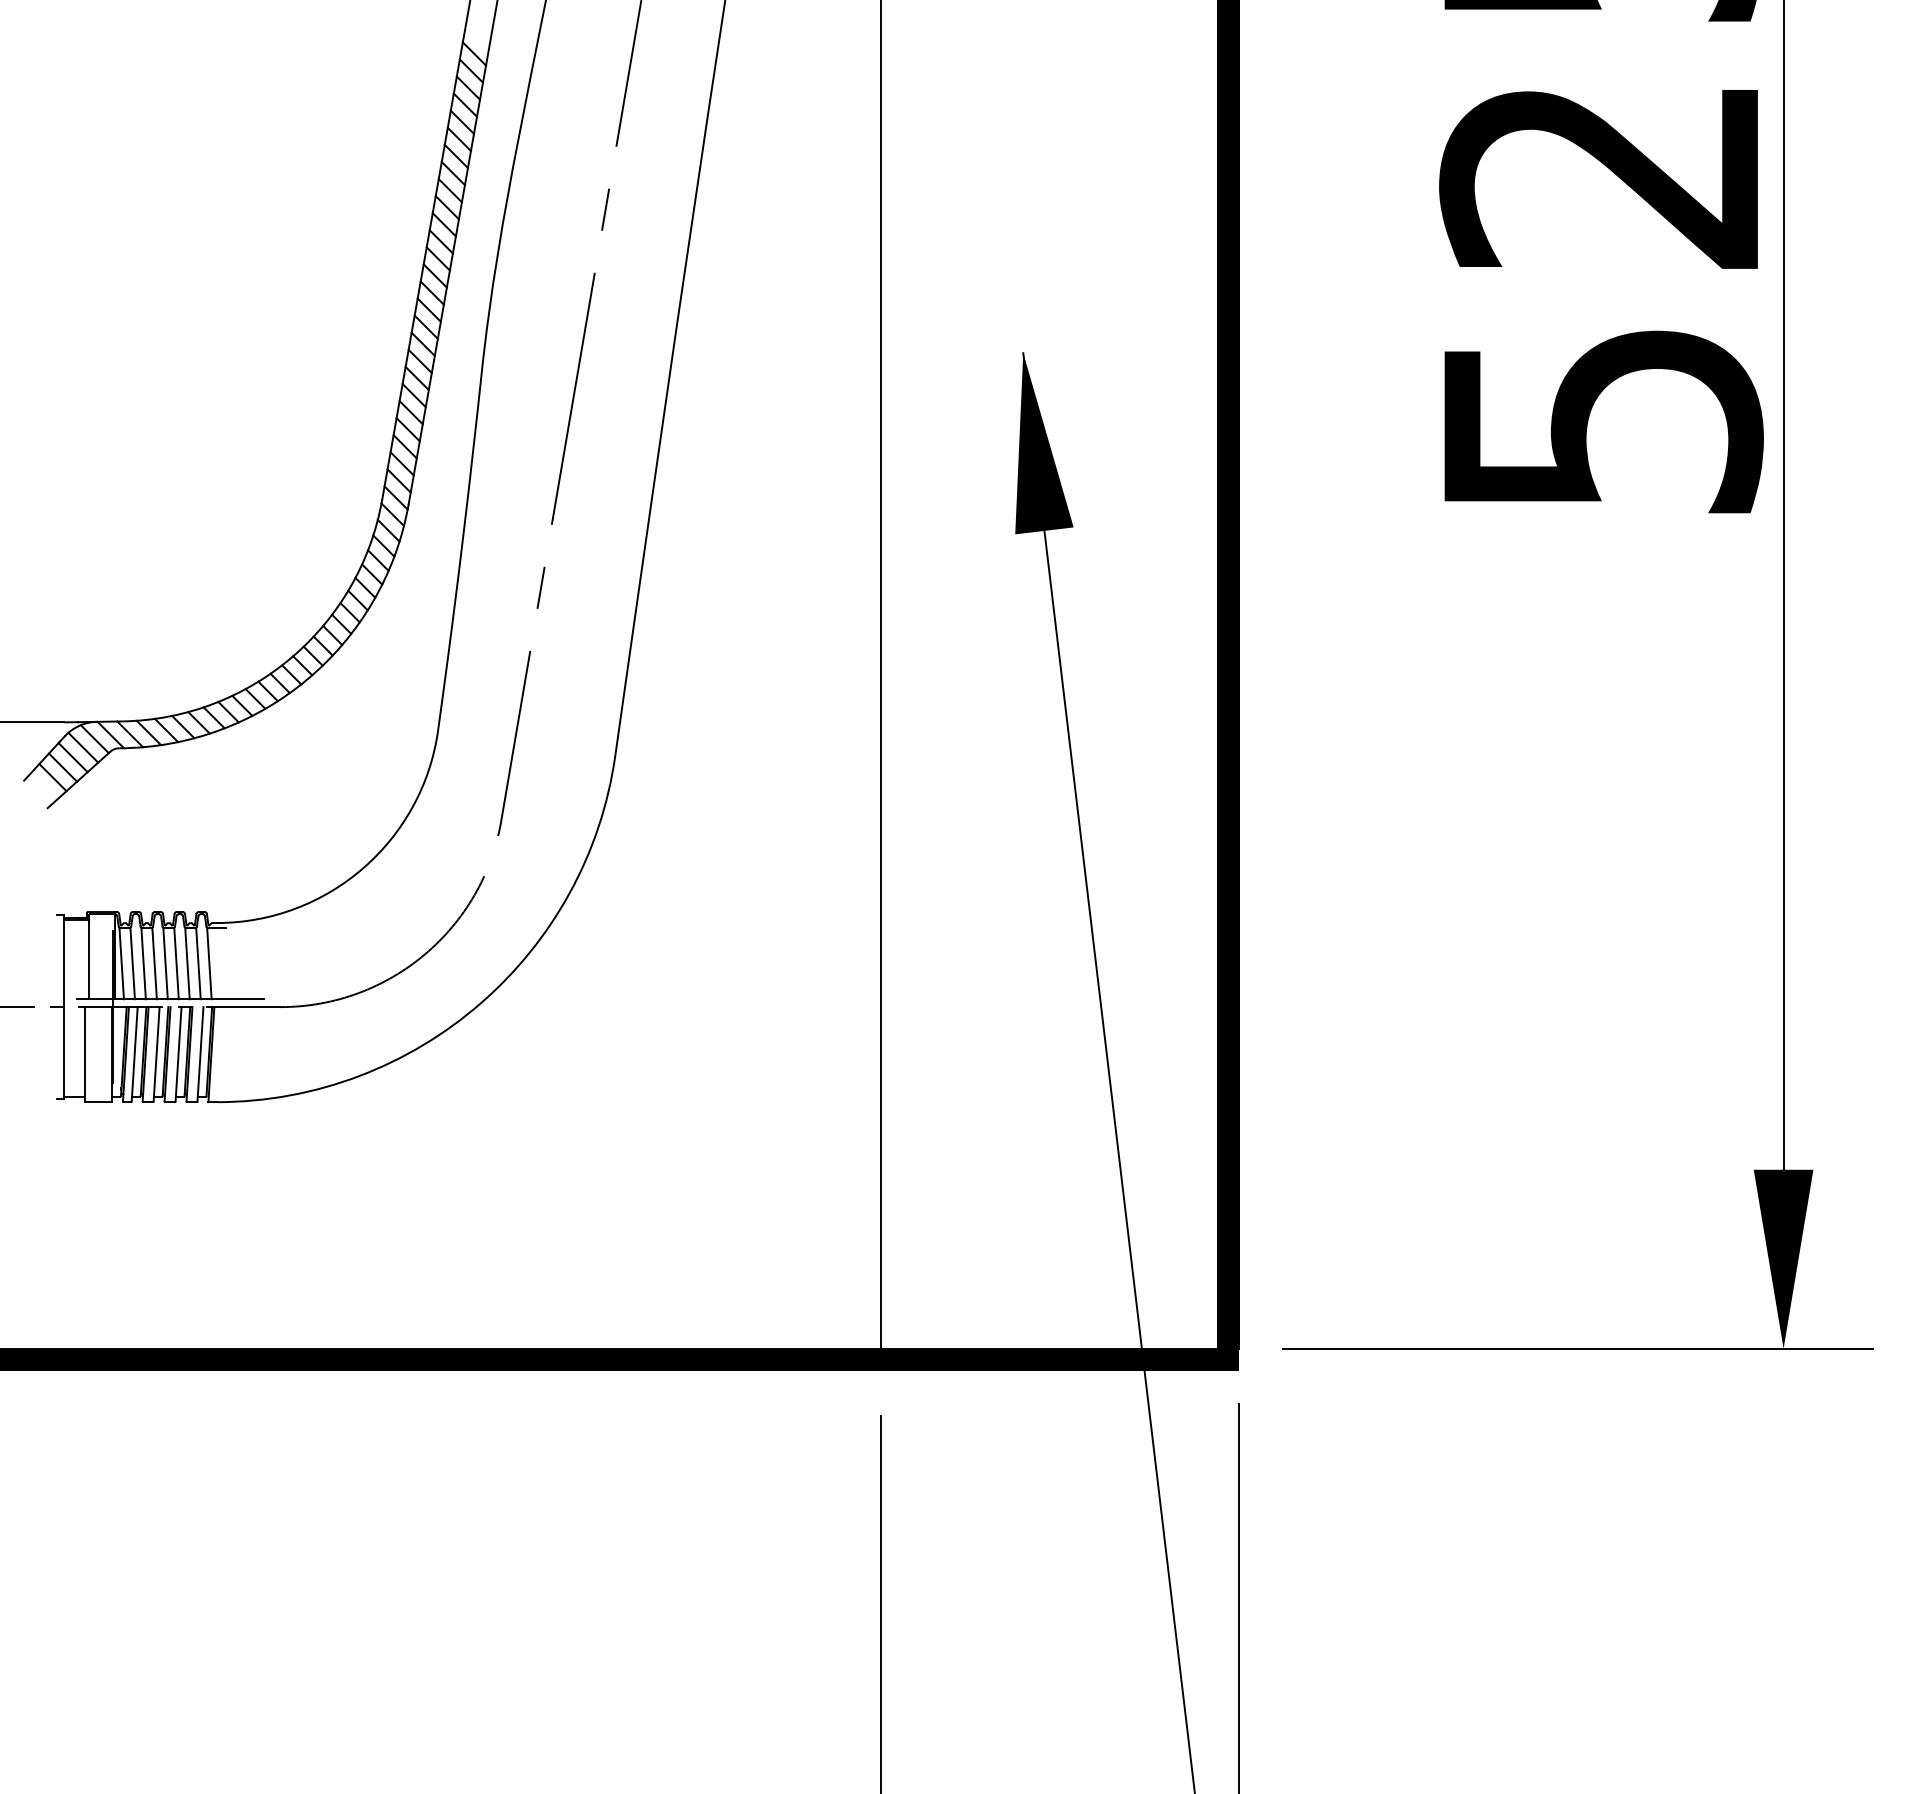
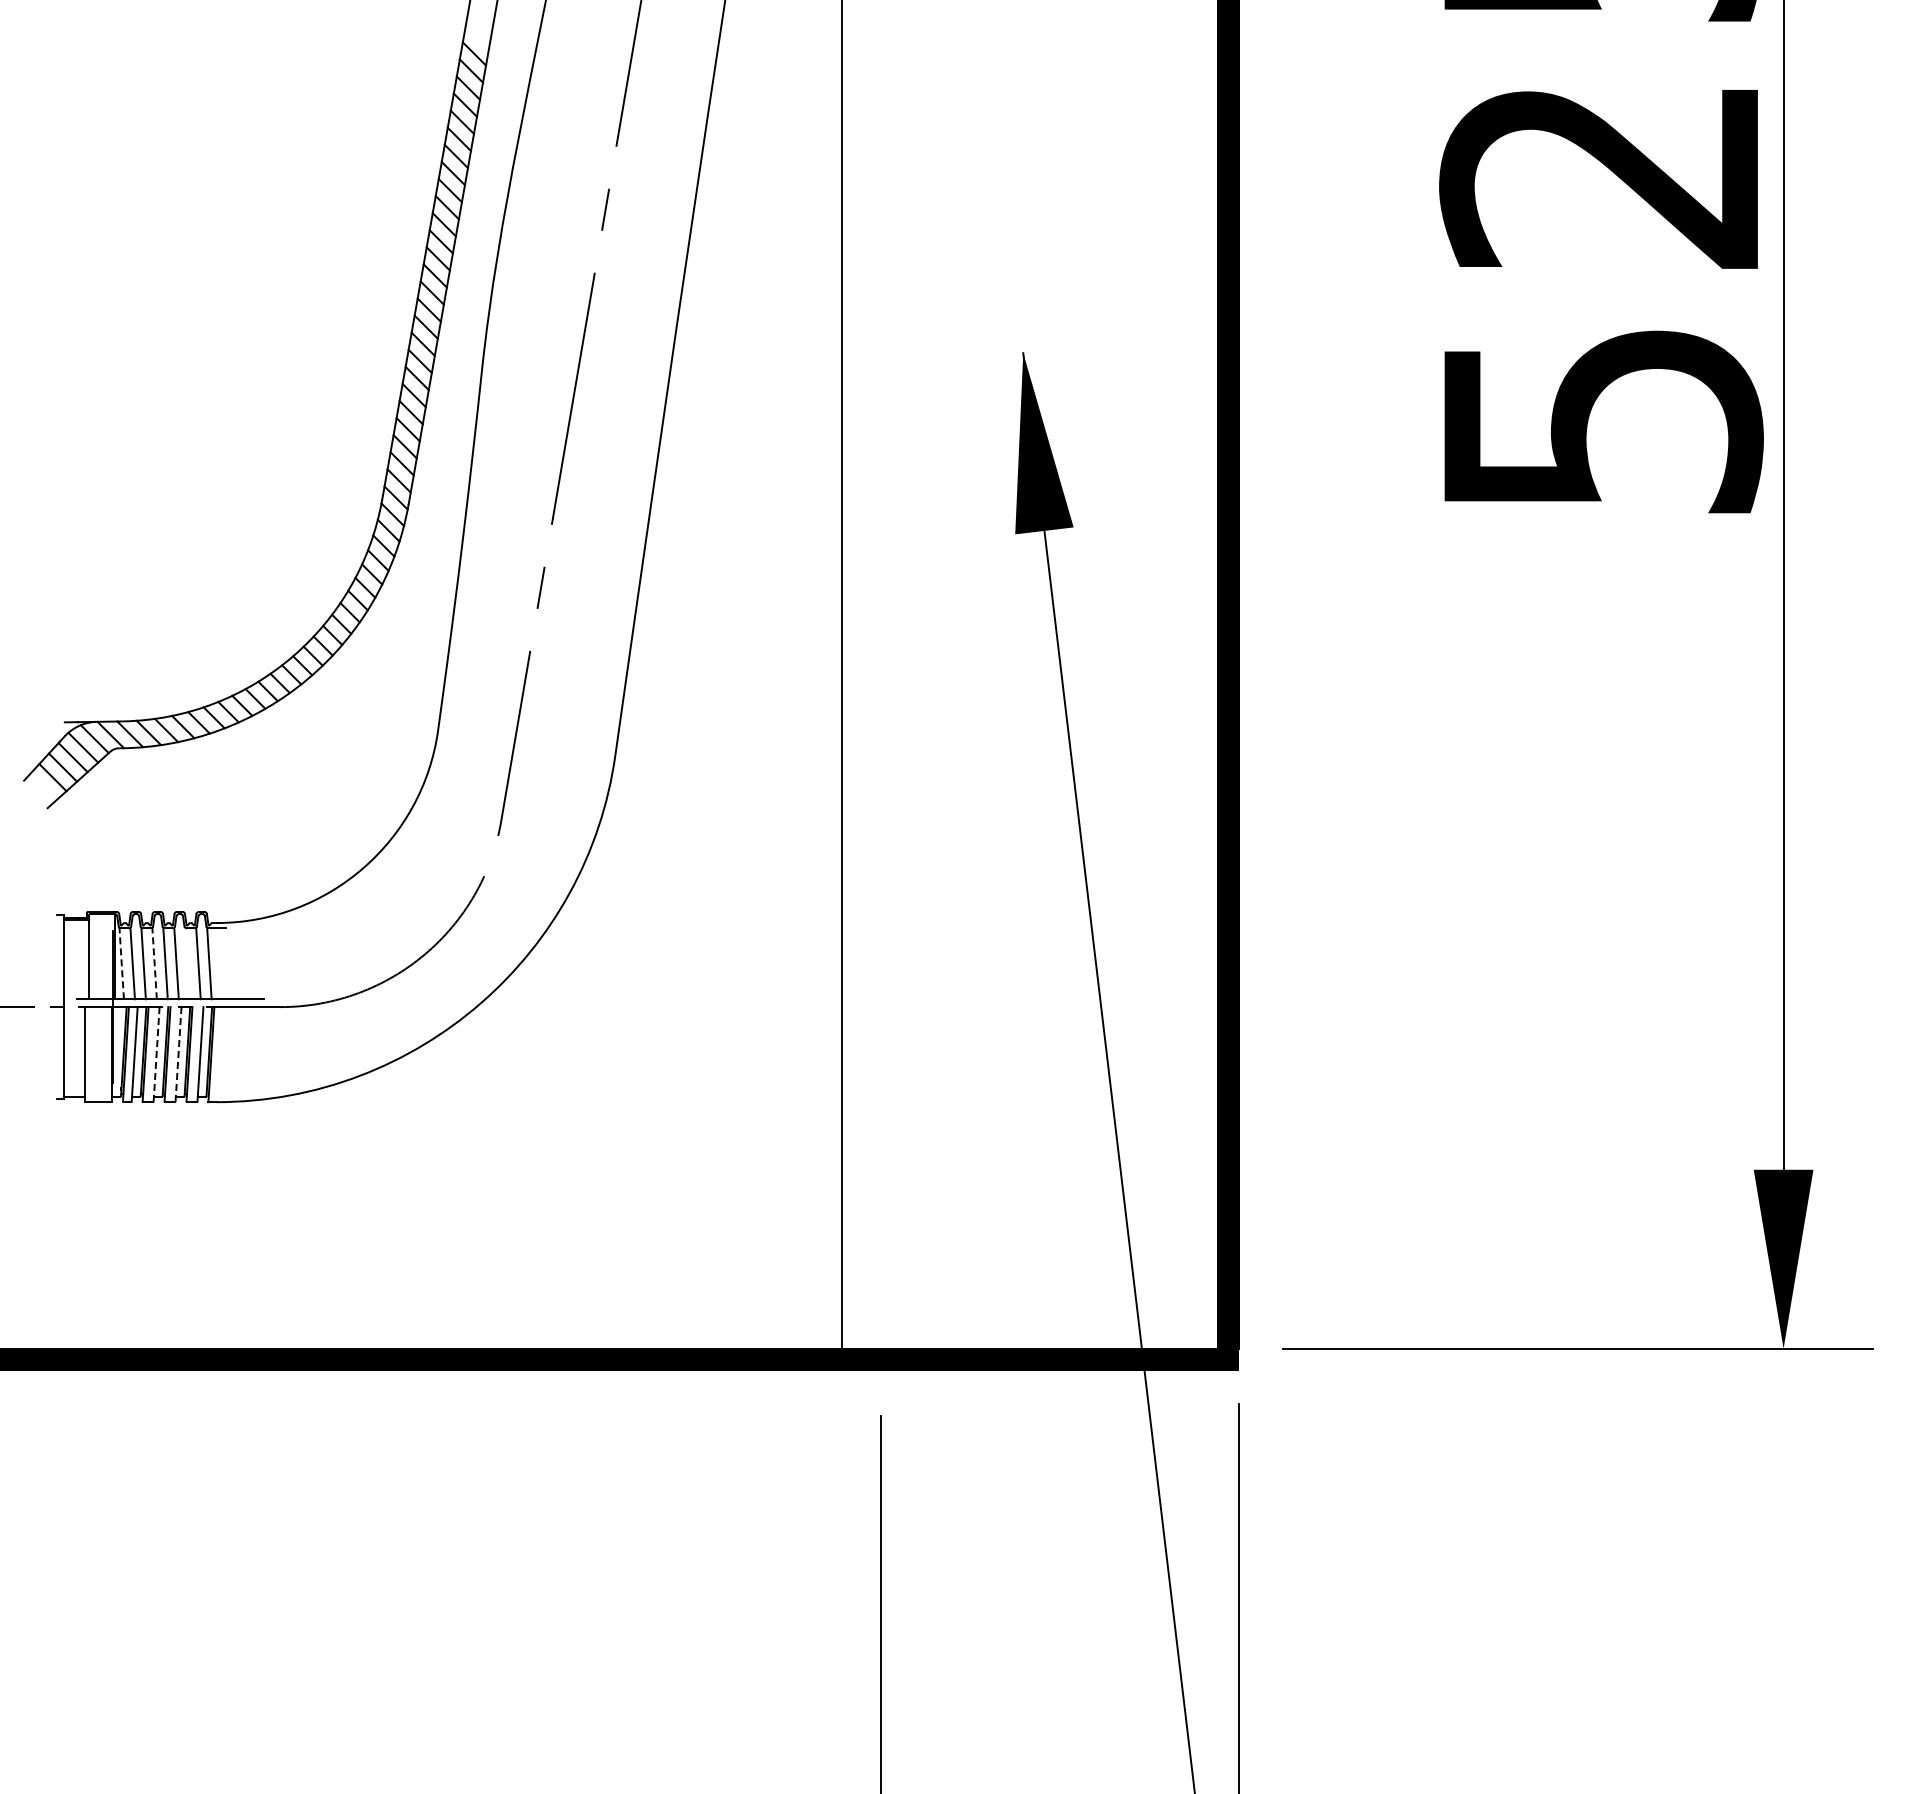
line at (881, 675) position: (881, 675) -> (842, 675)
line at (33, 722): present -> none
line at (121, 963): solid -> dashed
line at (154, 963): solid -> dashed
line at (187, 963): present -> none
line at (156, 1054): solid -> dashed
line at (178, 1054): solid -> dashed
